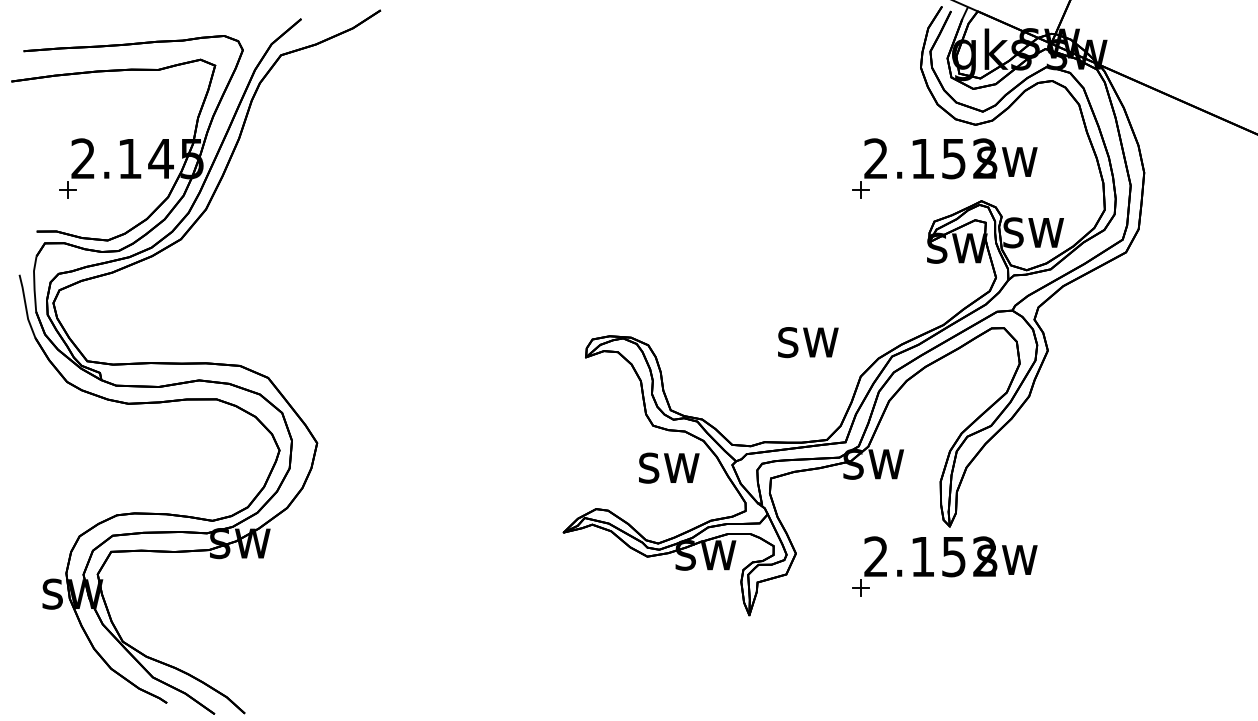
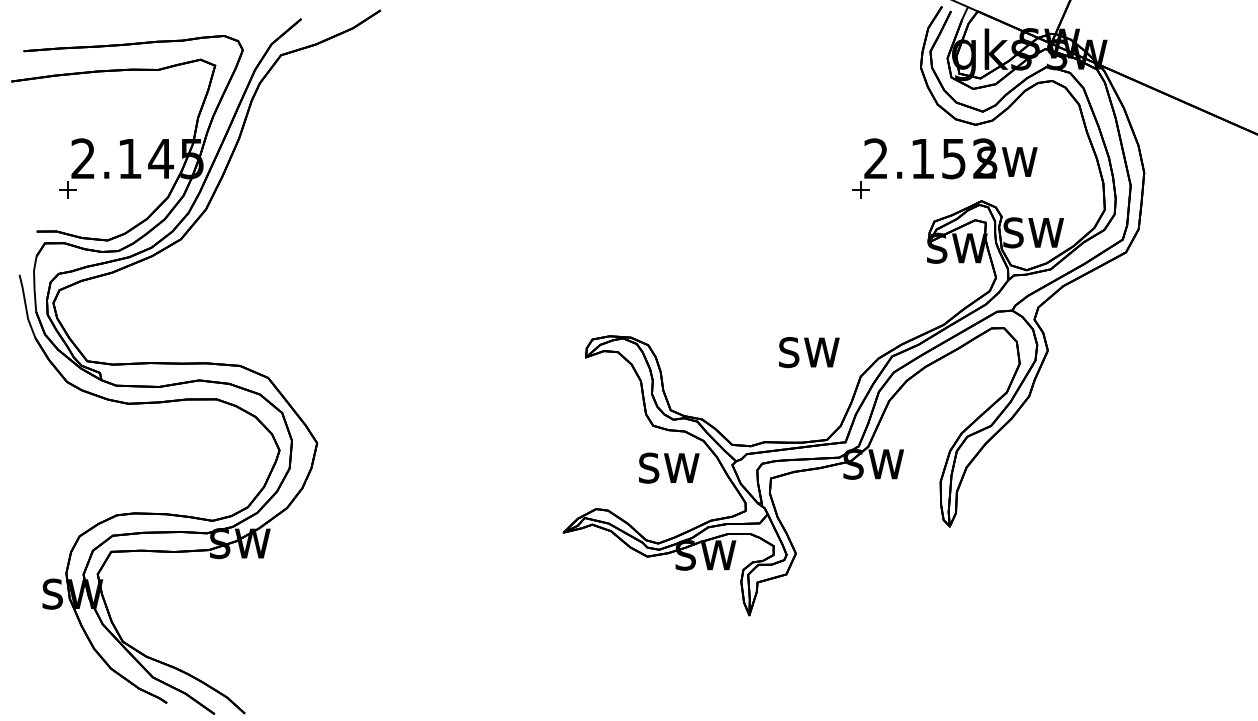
text at (808, 342) position: (808, 342) -> (809, 352)
part at (944, 566): present -> none
